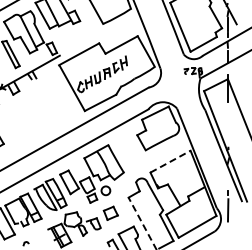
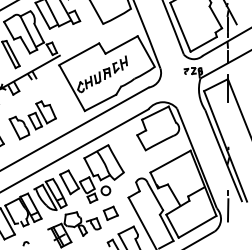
part at (32, 120): none -> present
line at (170, 161): dashed -> solid
line at (142, 223): dashed -> solid
